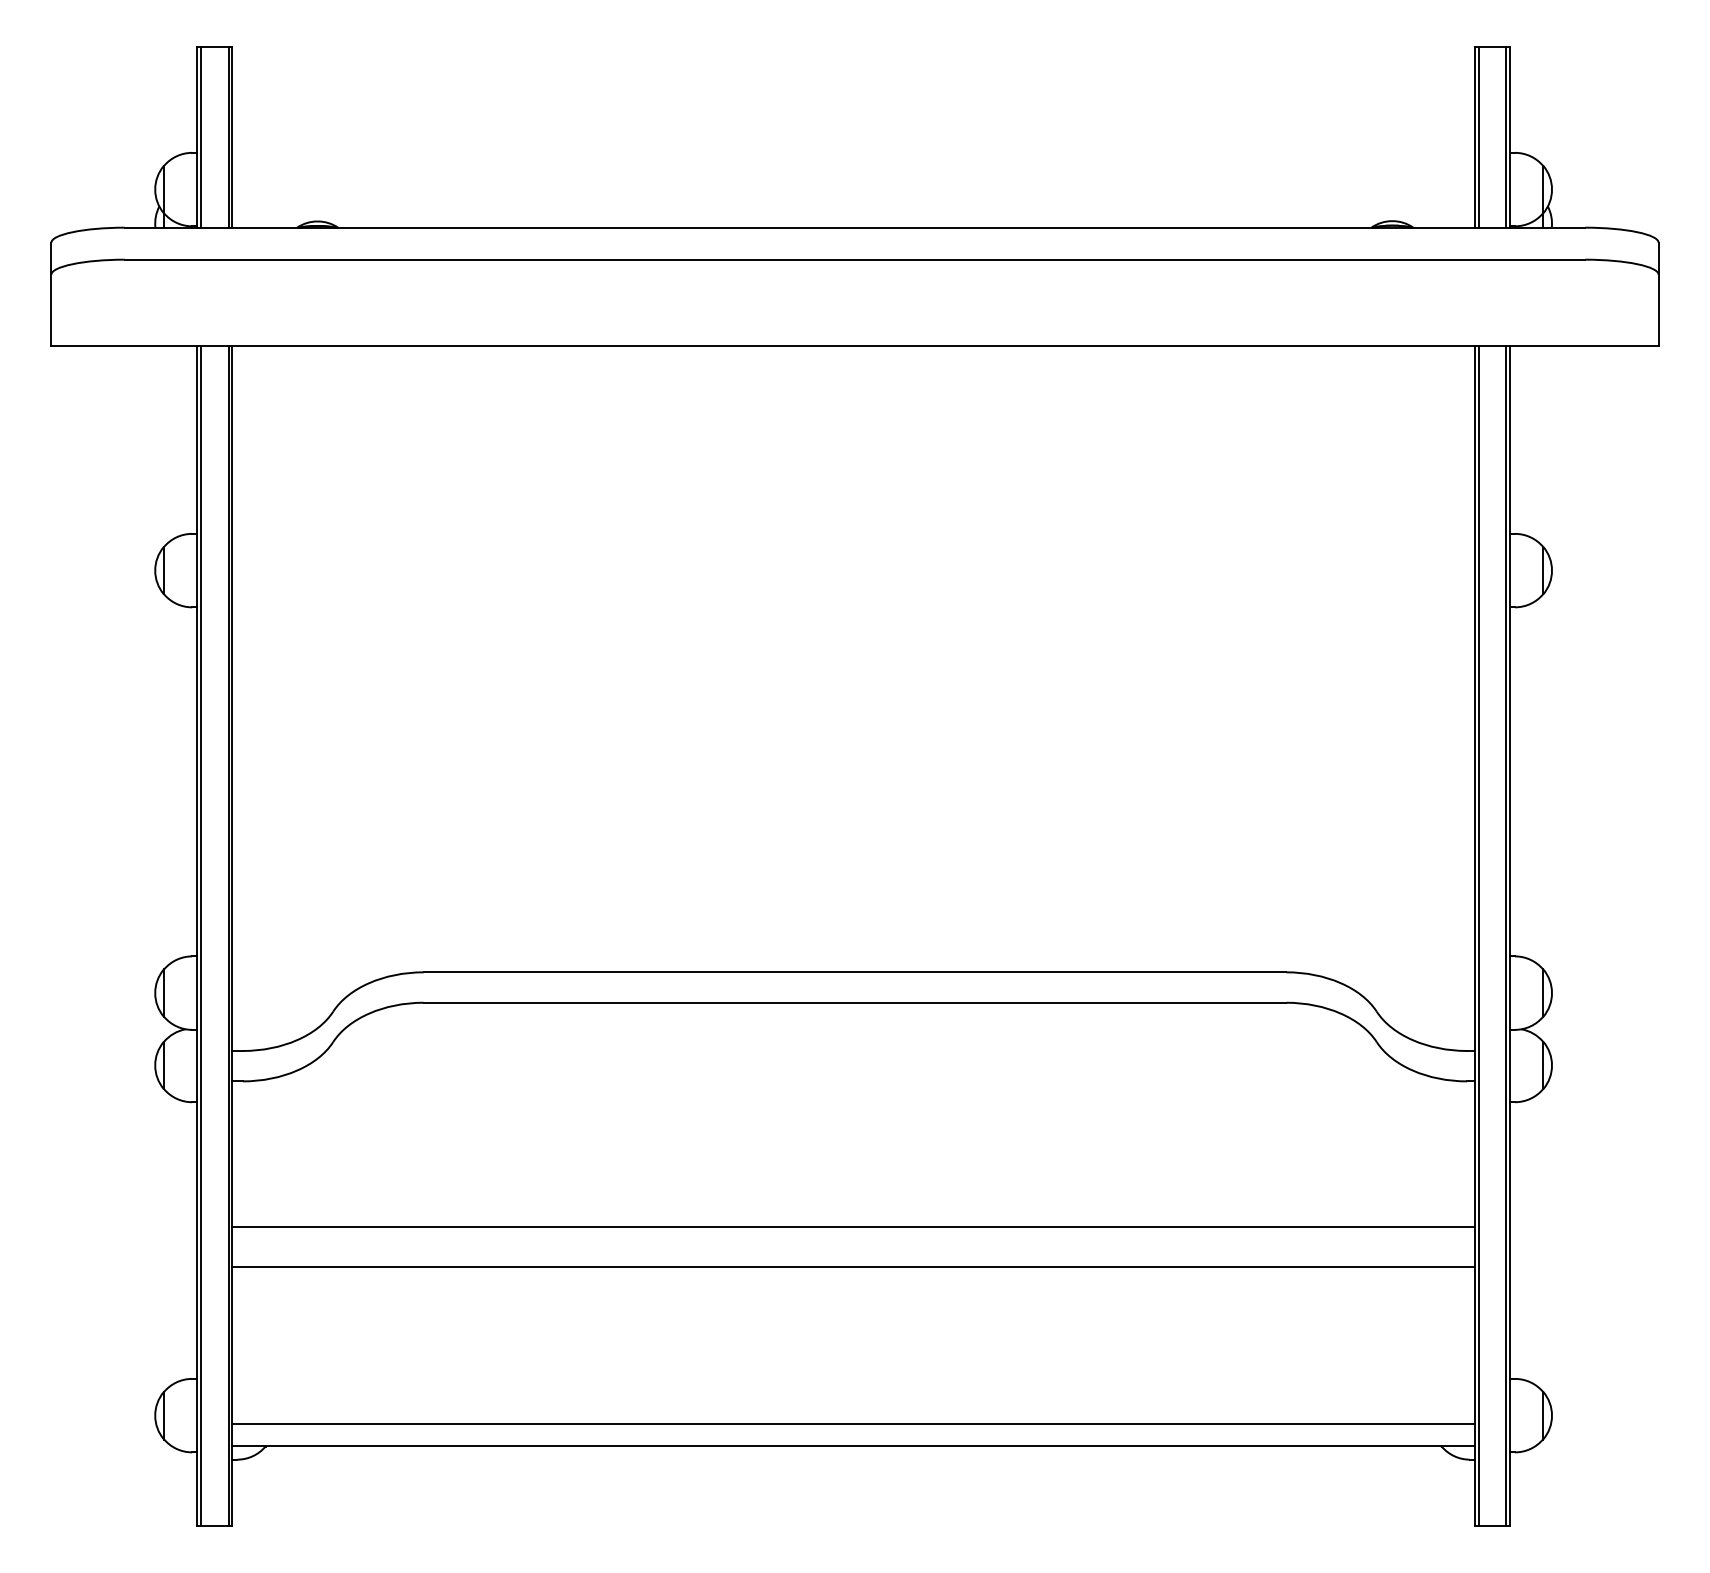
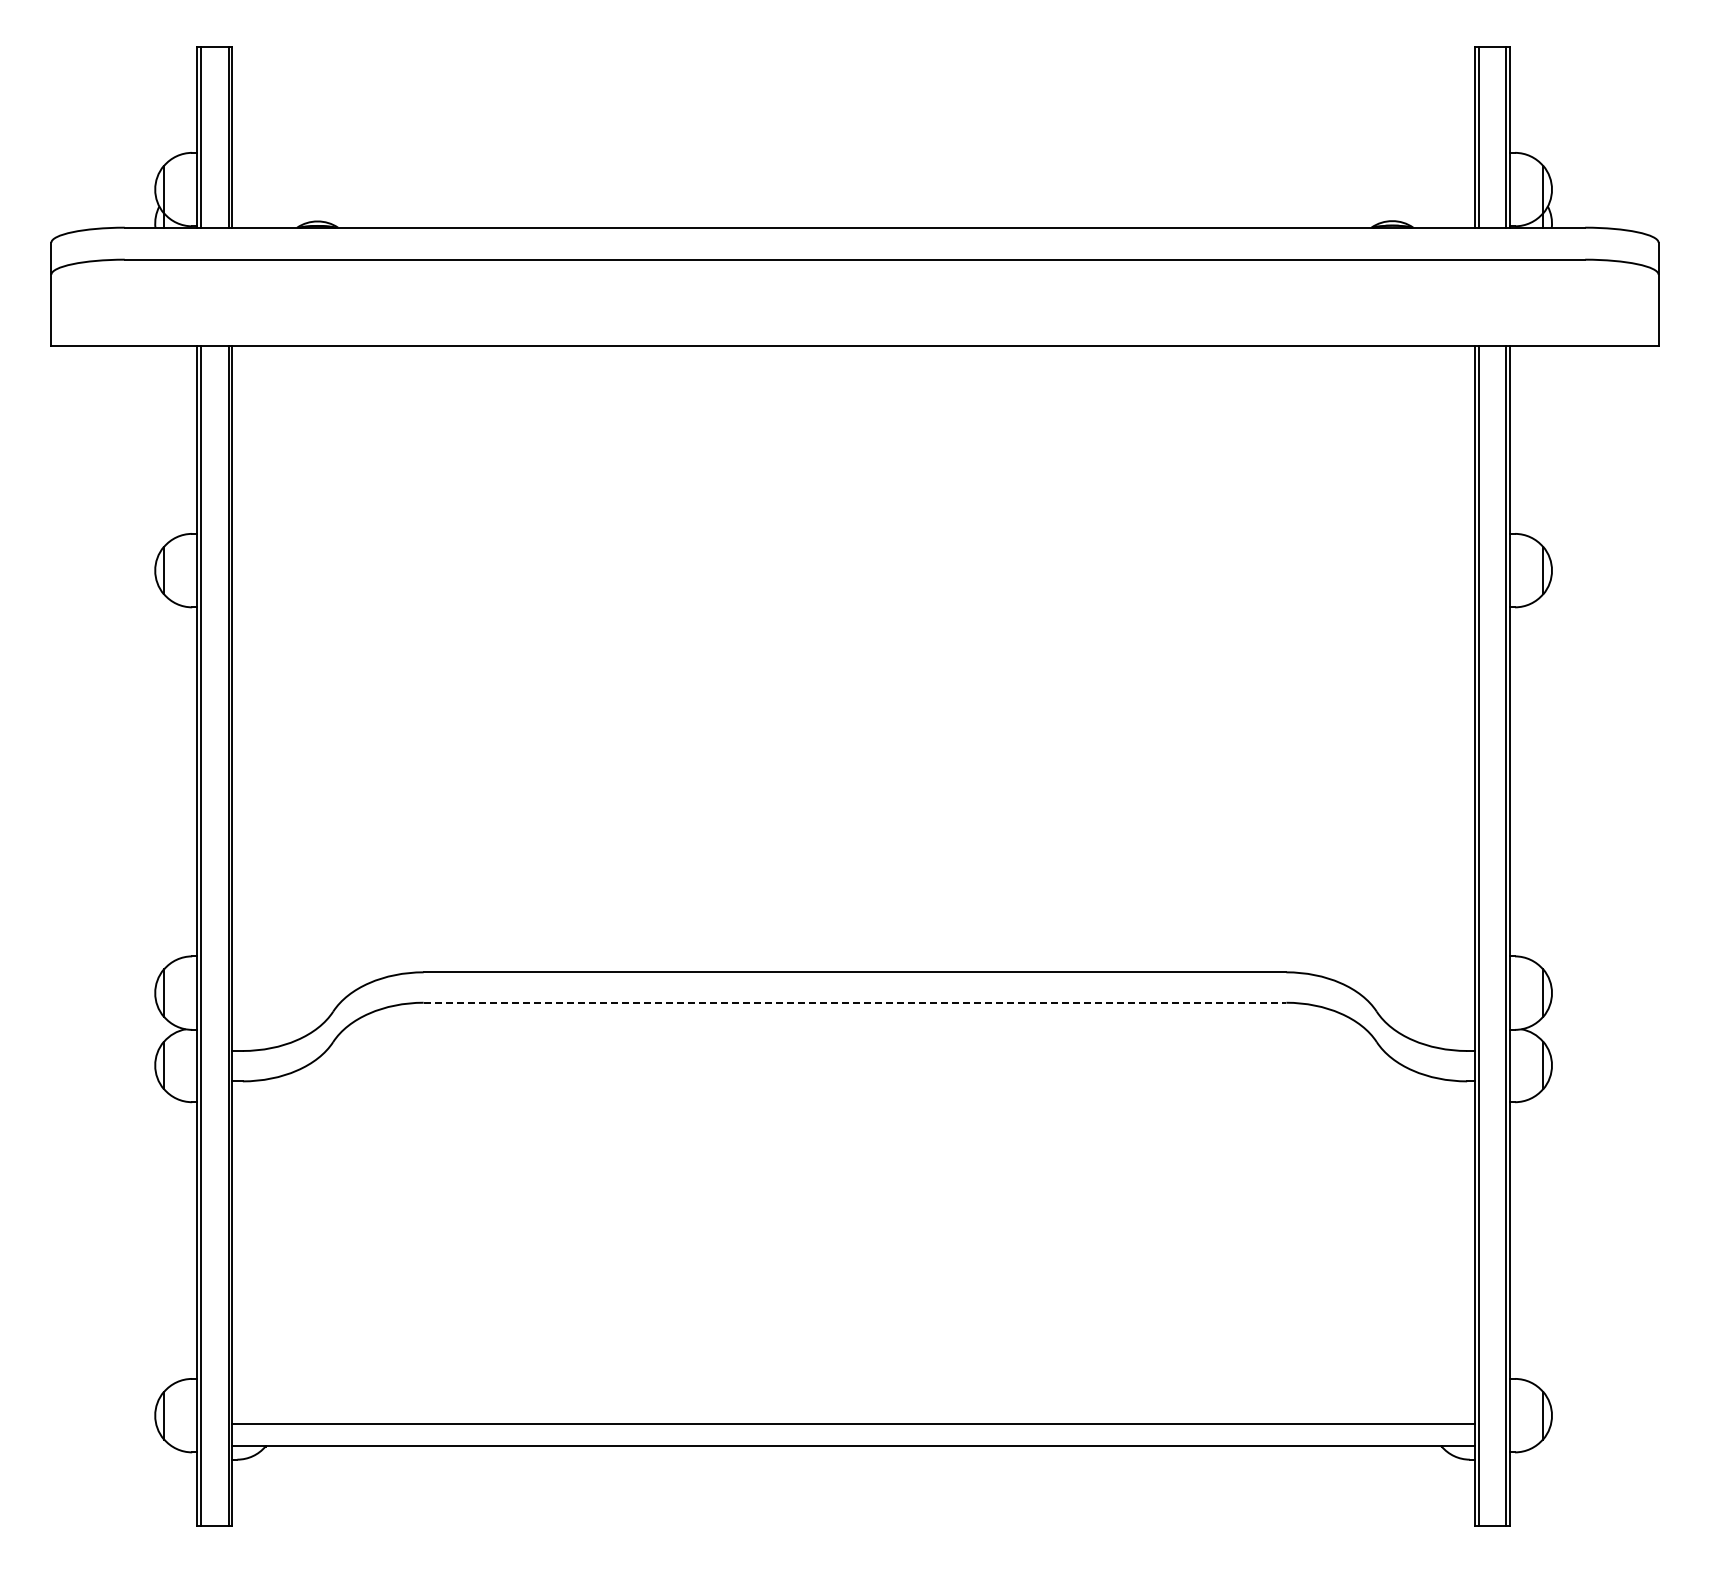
line at (855, 1002): solid -> dashed
line at (853, 1226): present -> none
line at (853, 1266): present -> none
